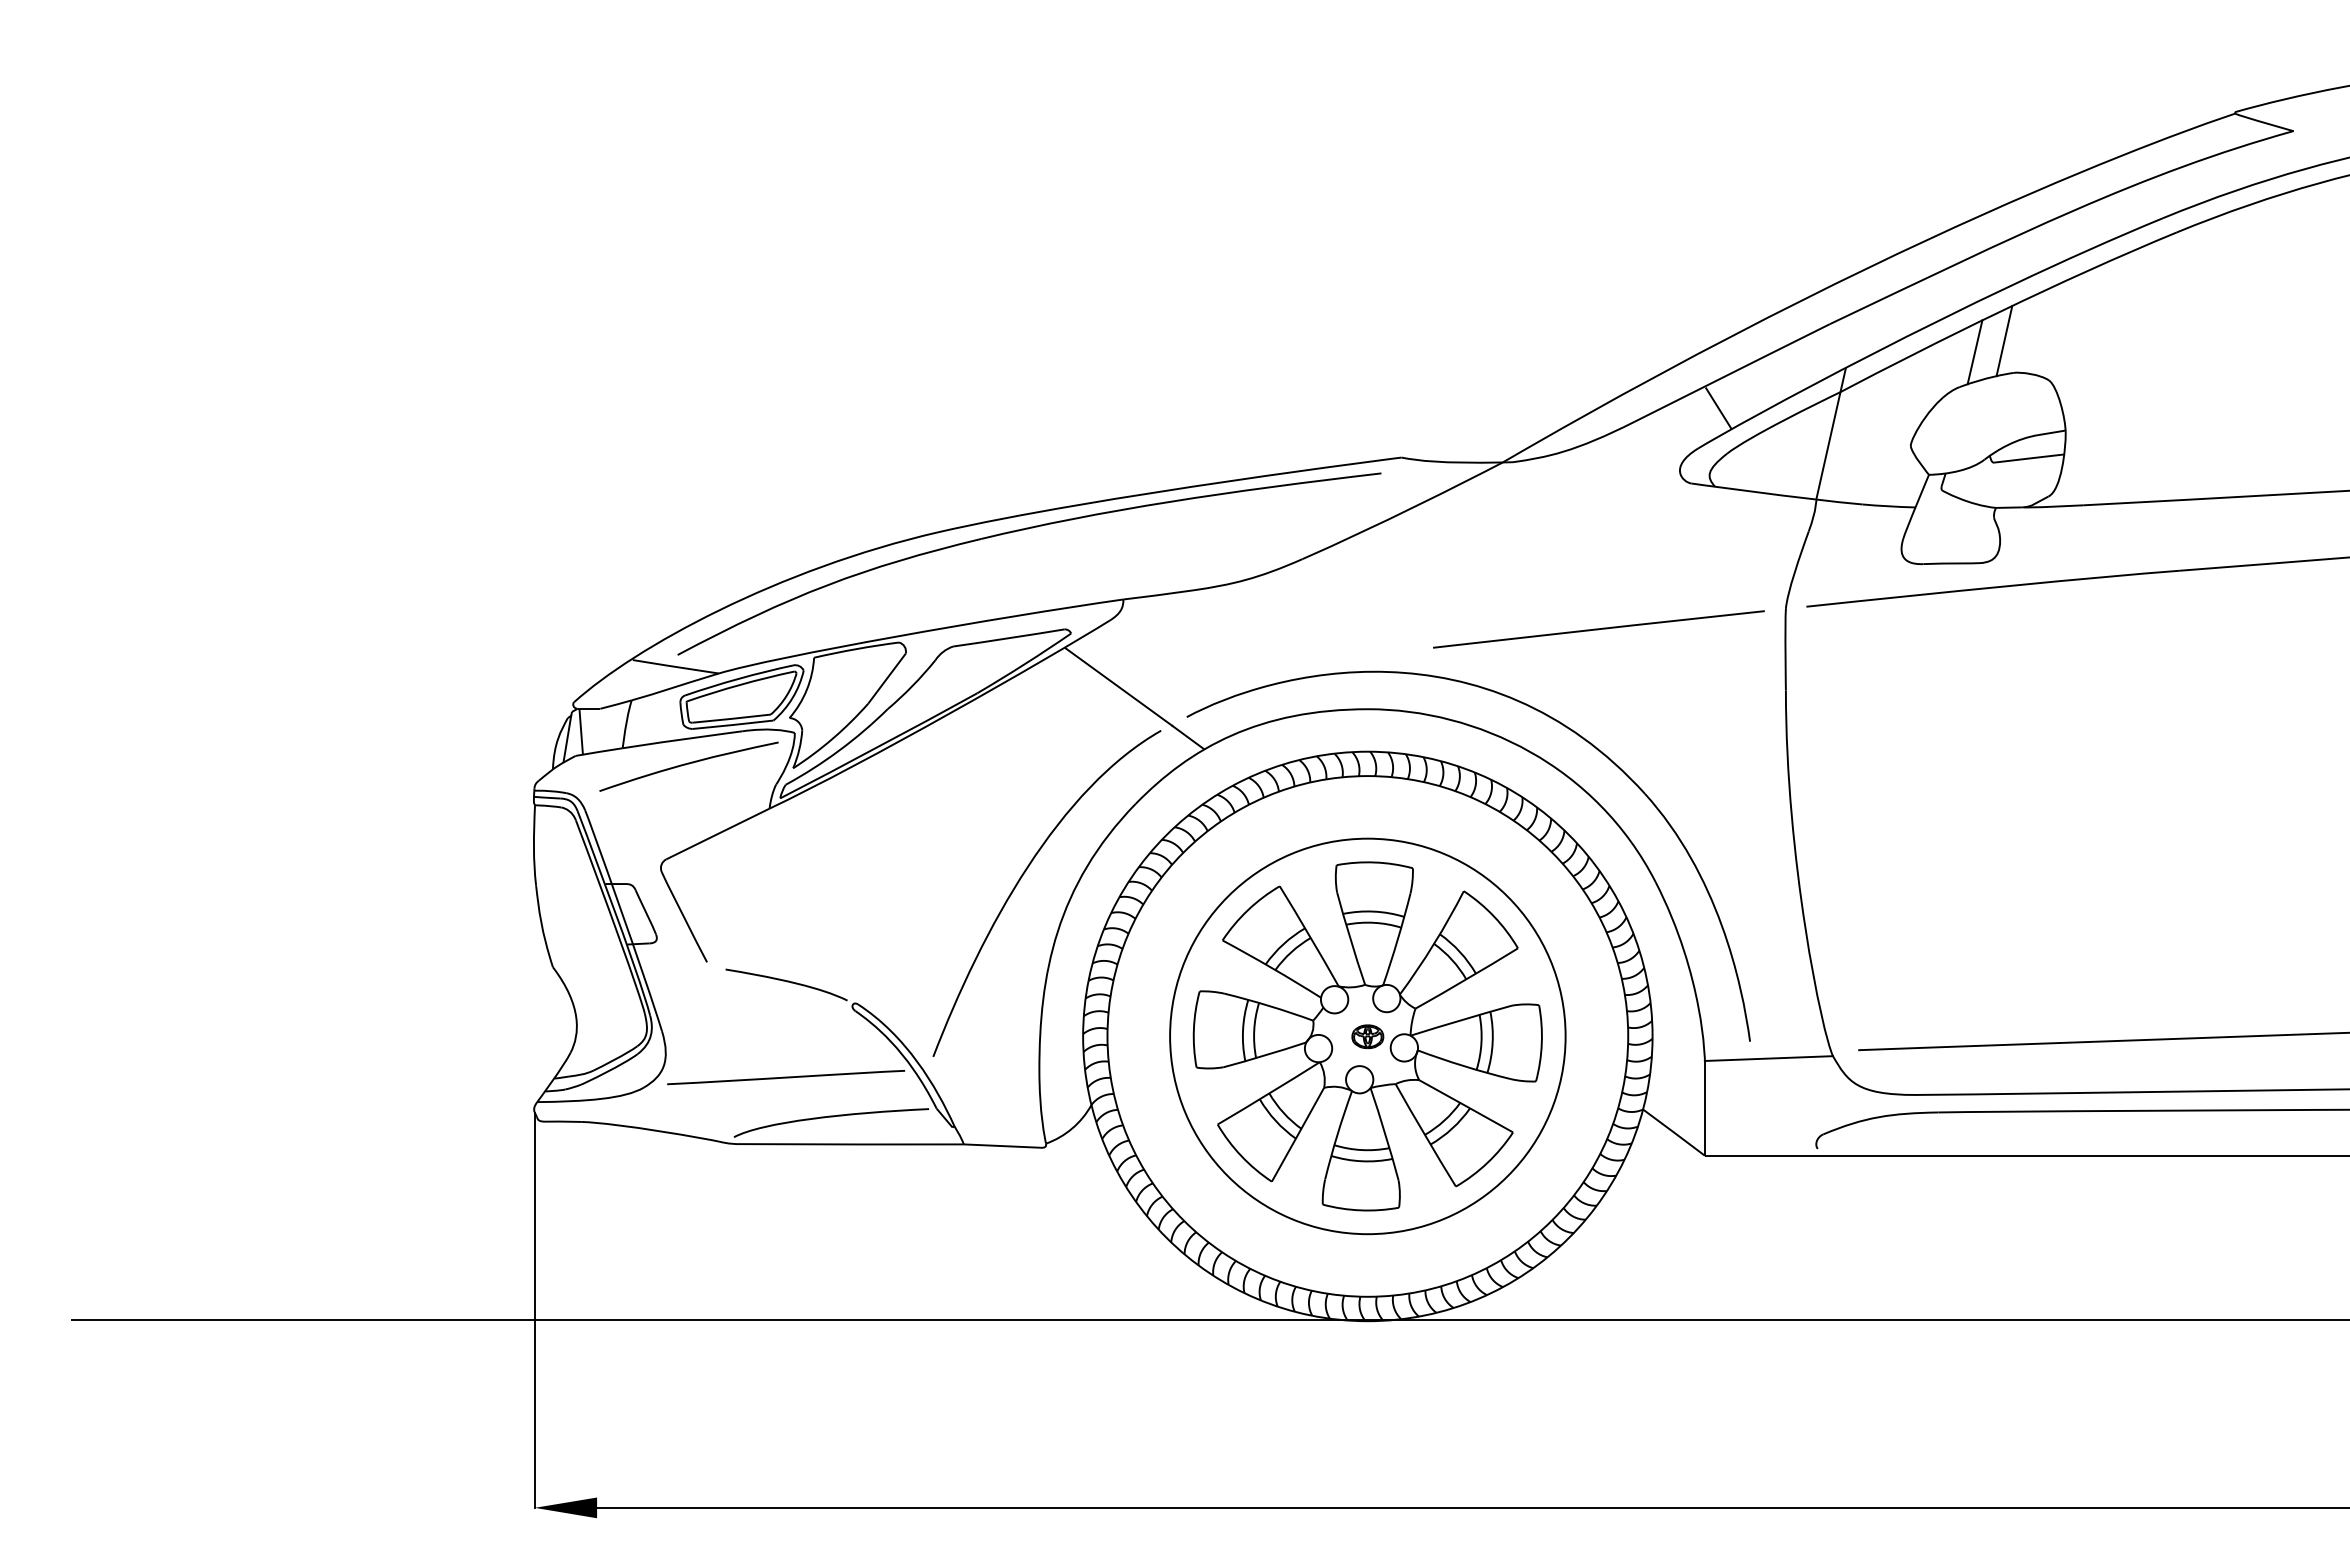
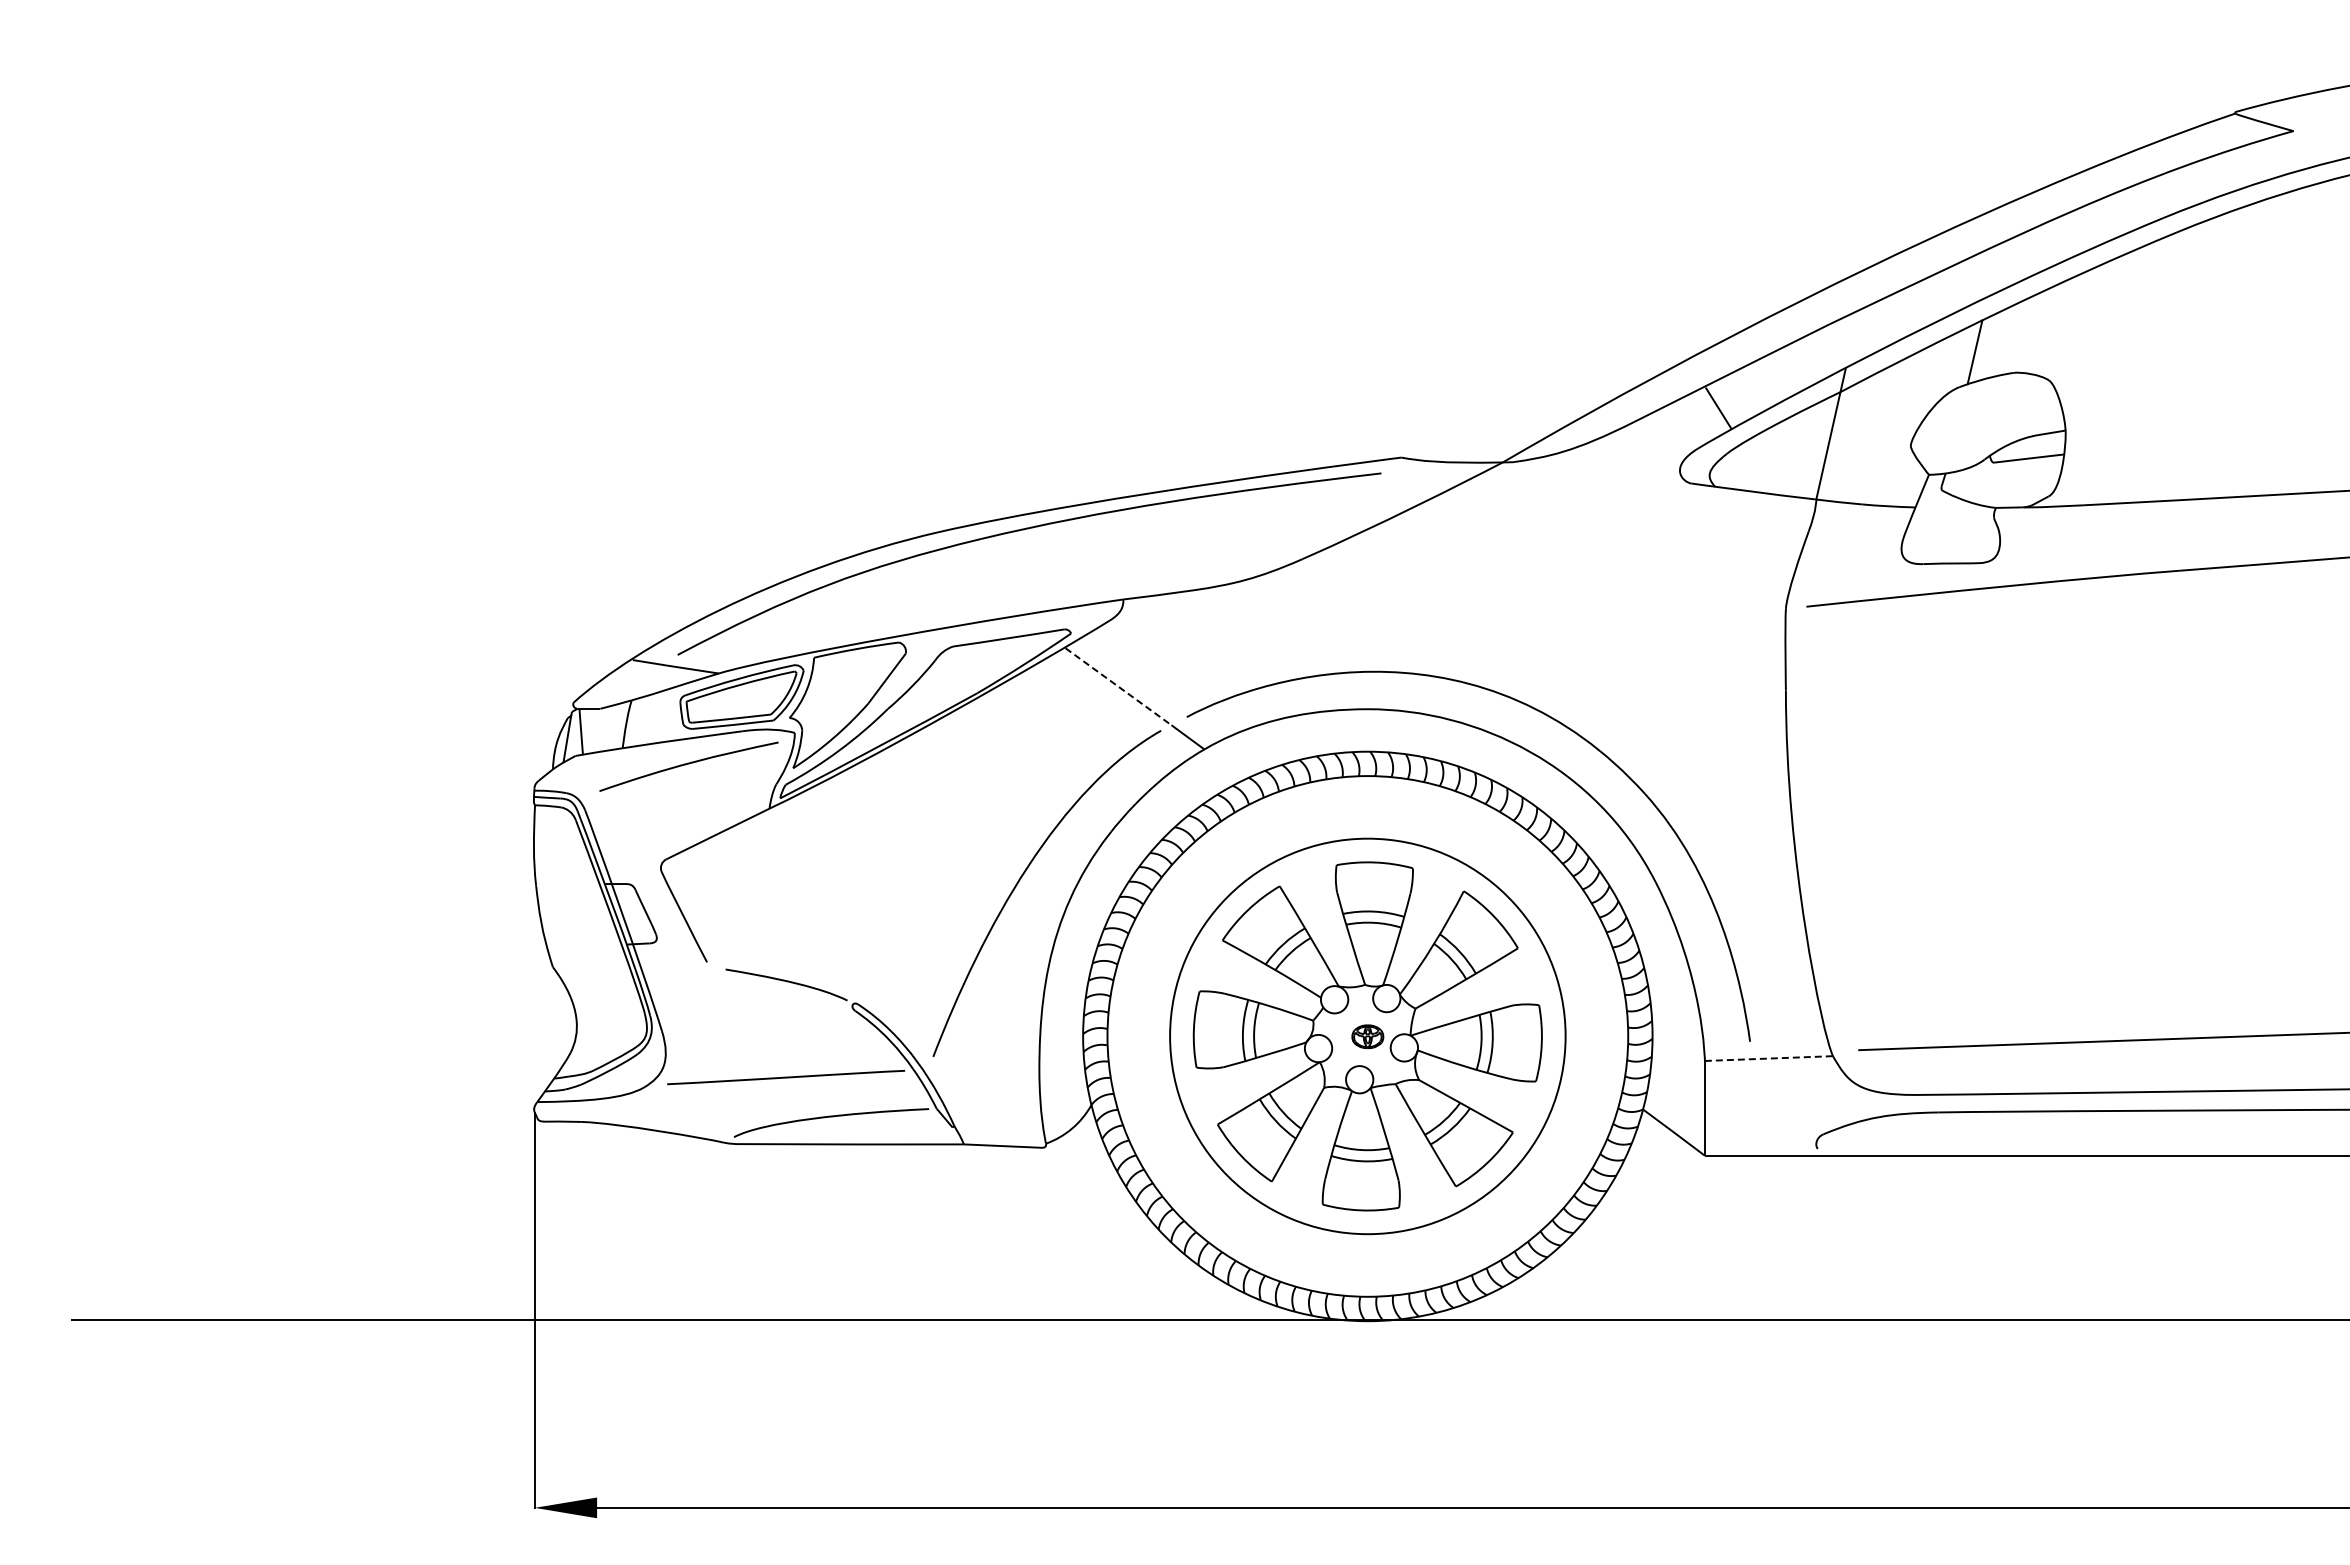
line at (2004, 340): present -> none
line at (1598, 629): present -> none
line at (1118, 687): solid -> dashed
line at (1769, 1058): solid -> dashed
